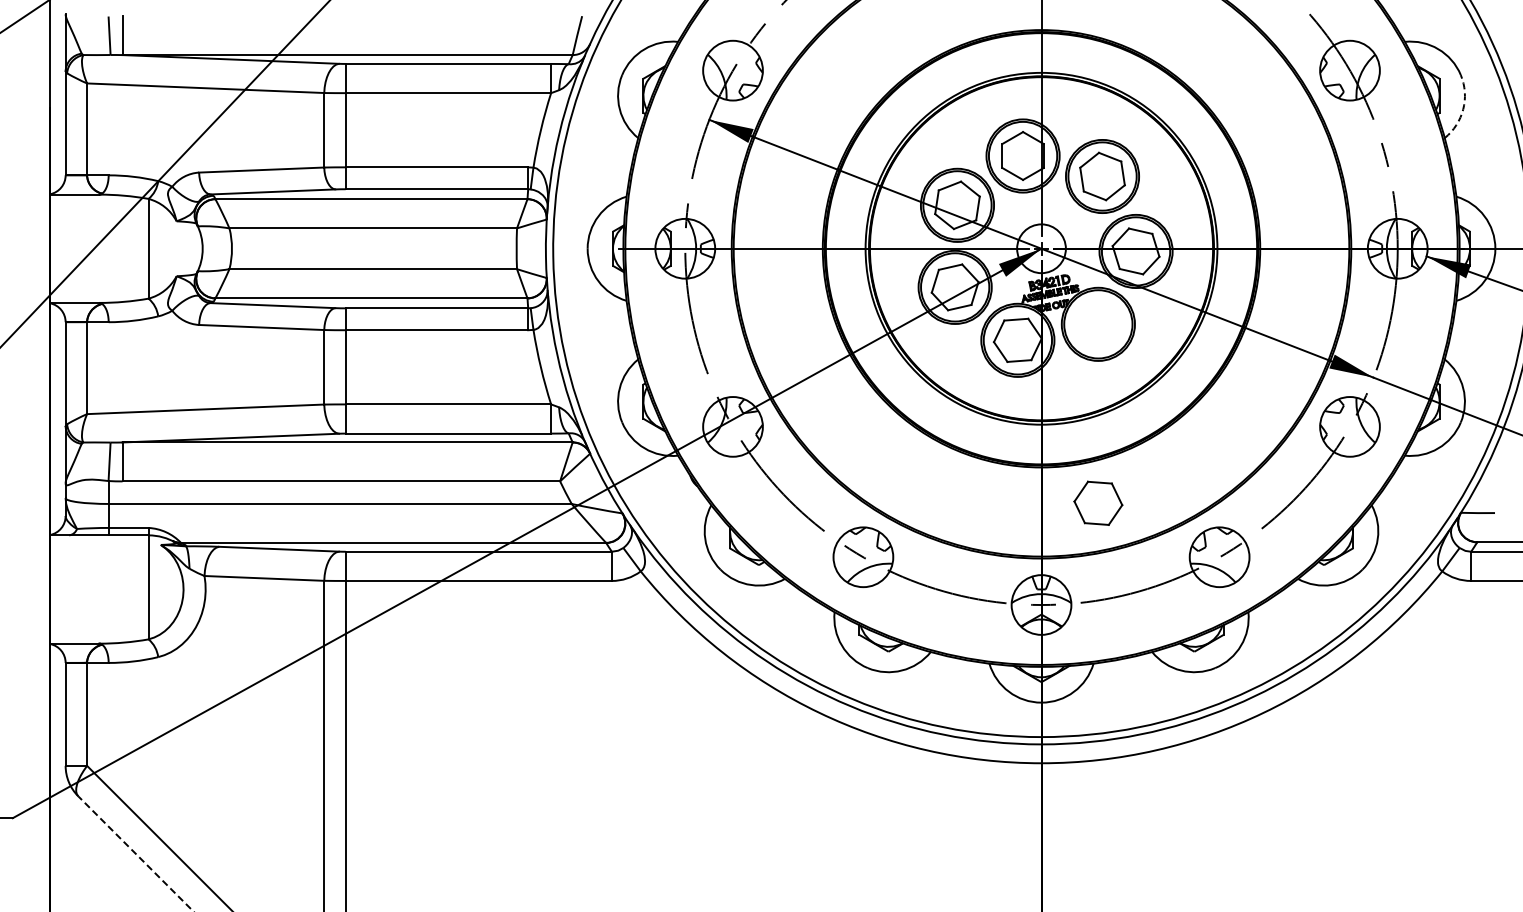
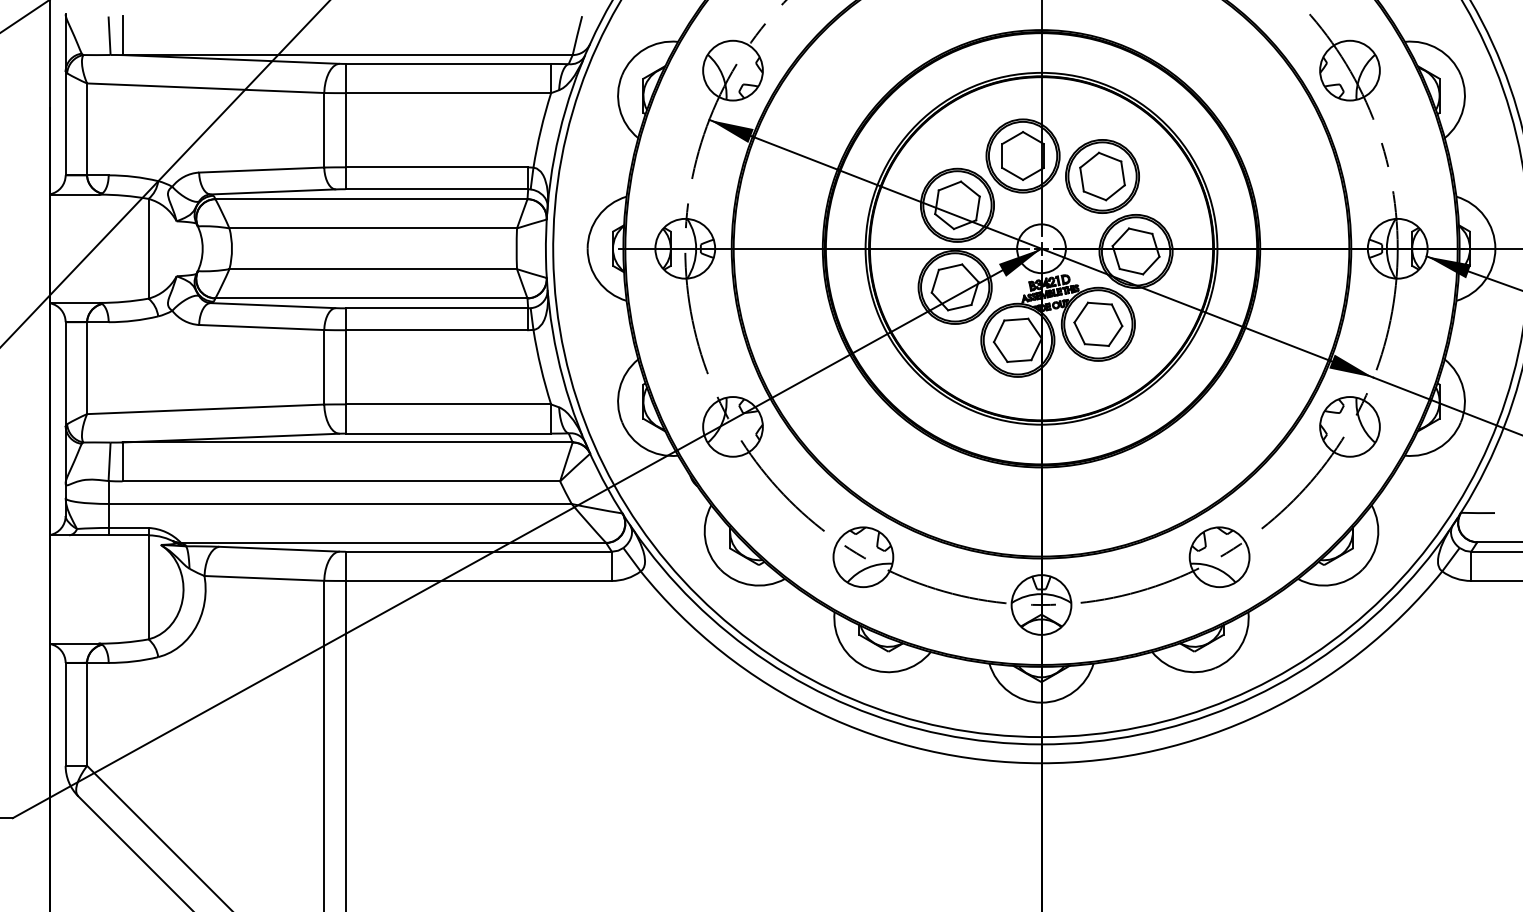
arc at (1463, 109): dashed -> solid
part at (1098, 502) position: (1098, 502) -> (1098, 323)
line at (136, 854): dashed -> solid
